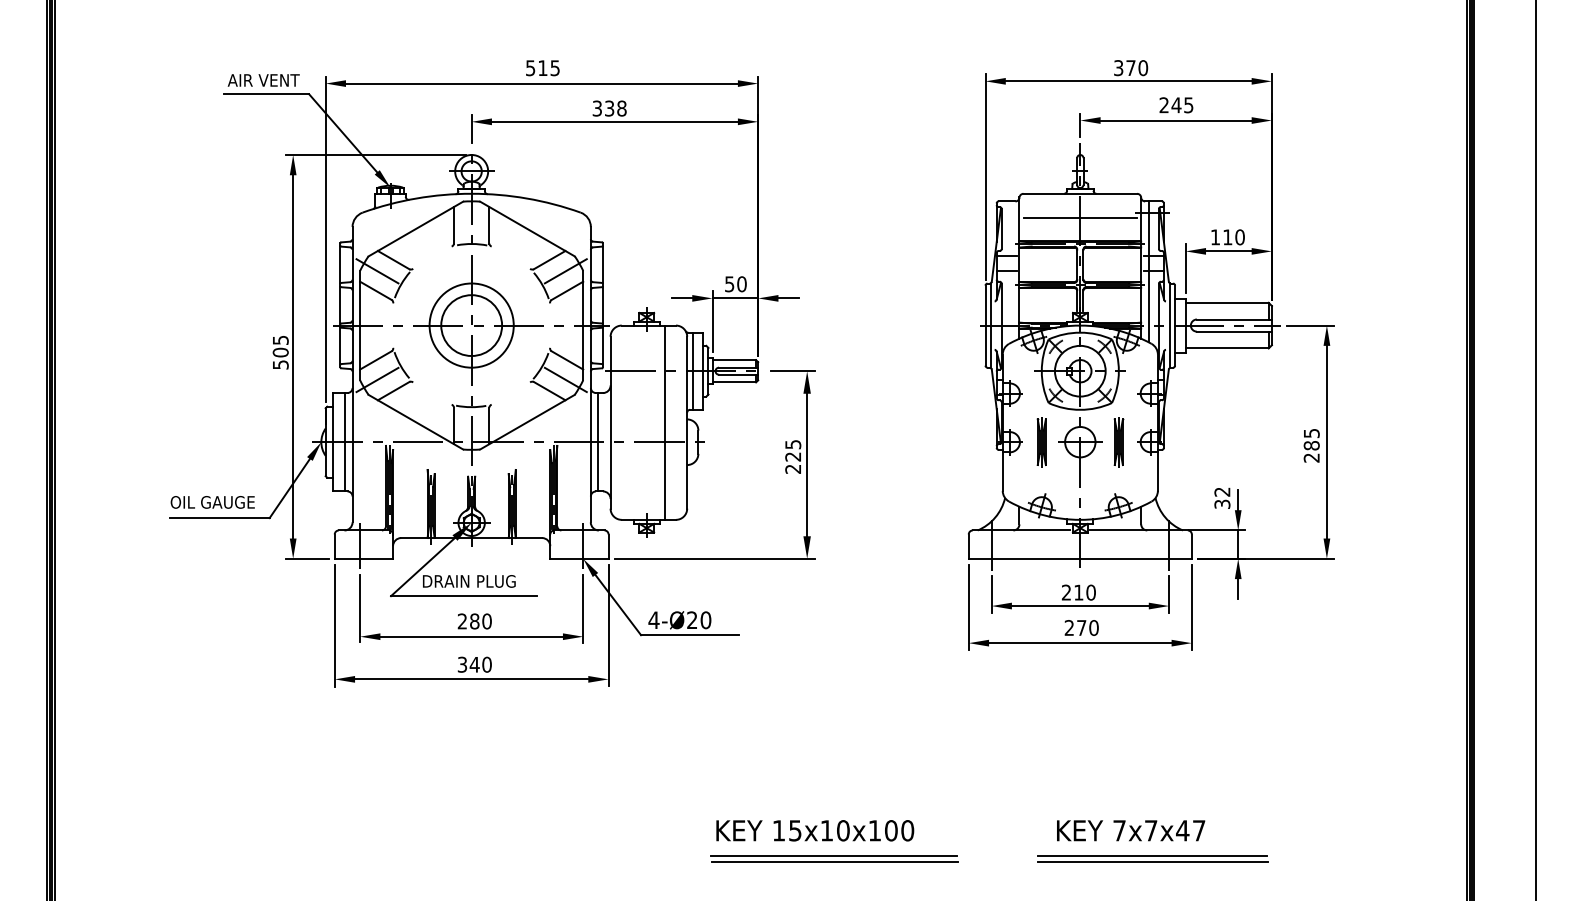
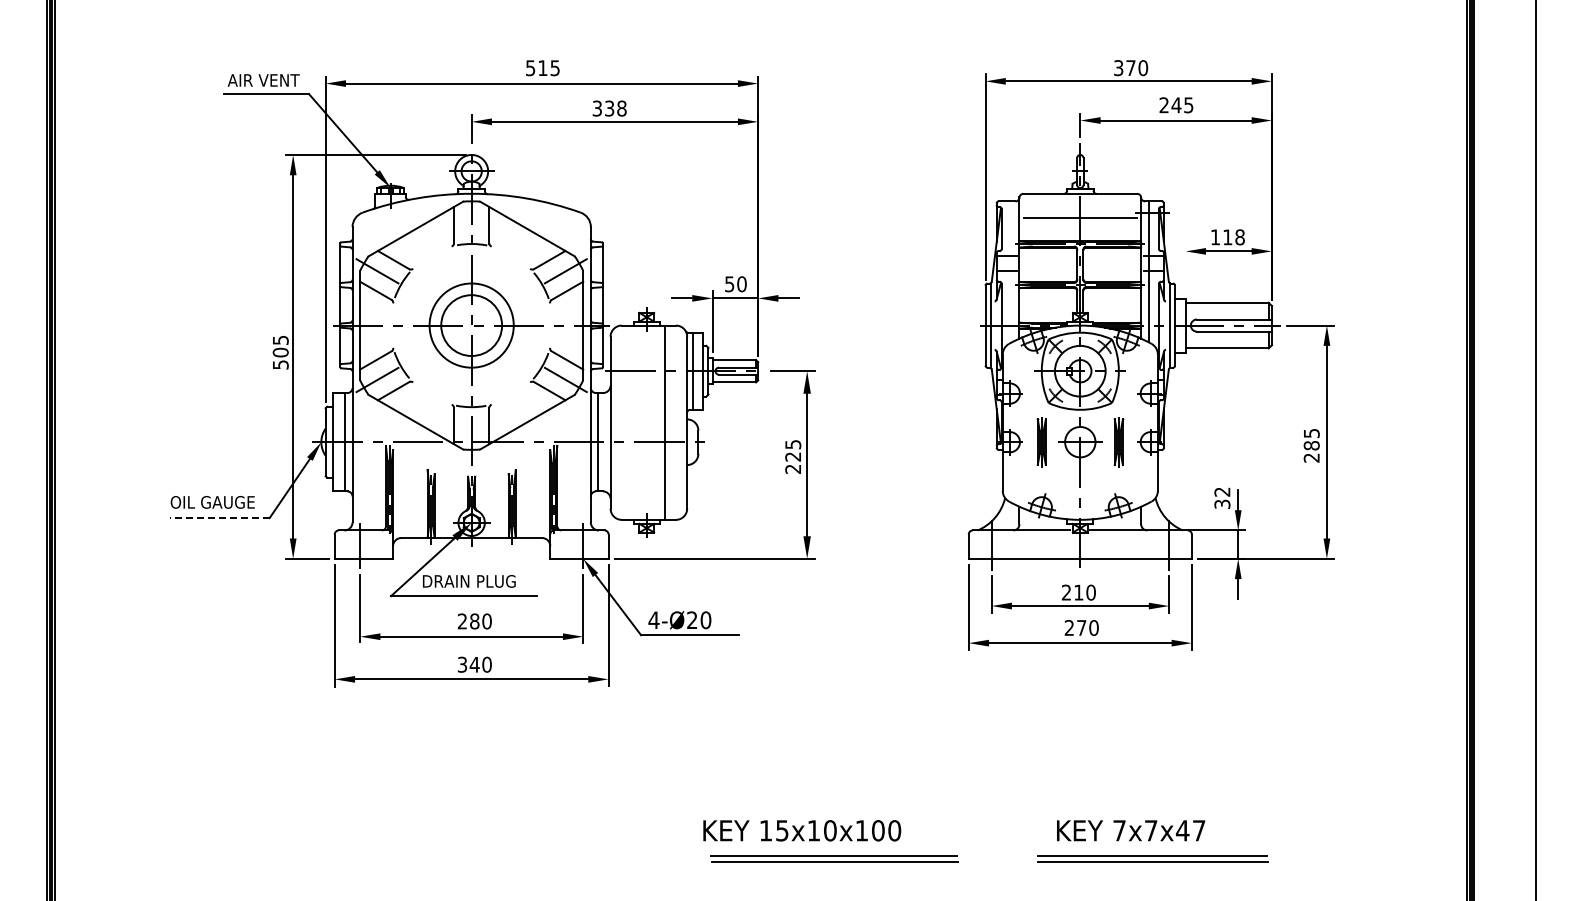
text at (1239, 237): 110 -> 118
line at (1185, 268): present -> none
line at (219, 518): solid -> dashed
text at (815, 830) position: (815, 830) -> (802, 830)
